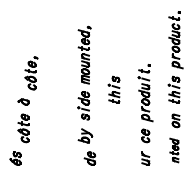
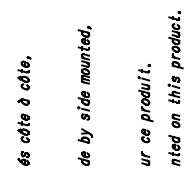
part at (31, 73) position: (31, 73) -> (24, 73)
part at (113, 89): present -> none
part at (174, 150) size: 11x27 px -> 13x33 px
part at (15, 158) position: (15, 158) -> (23, 158)
part at (89, 158) position: (89, 158) -> (83, 158)
